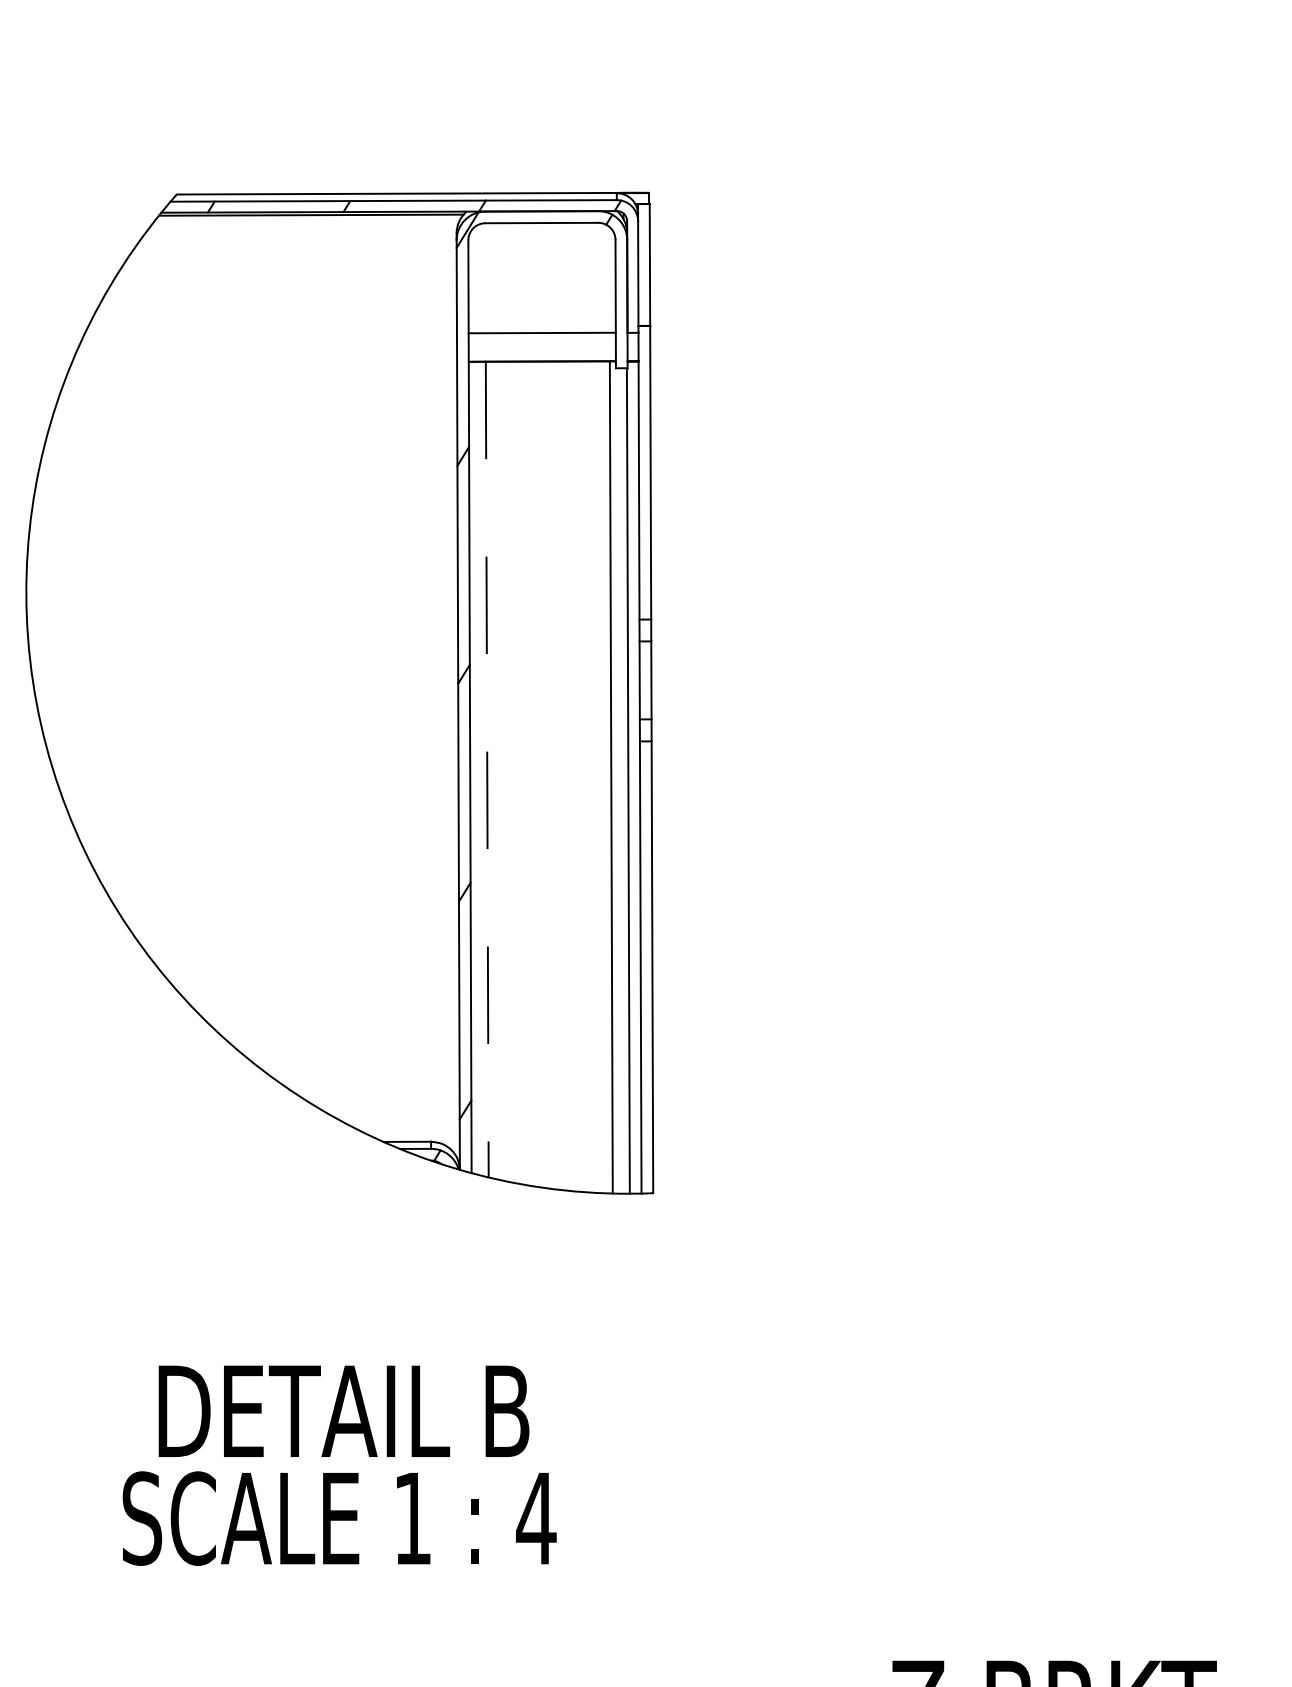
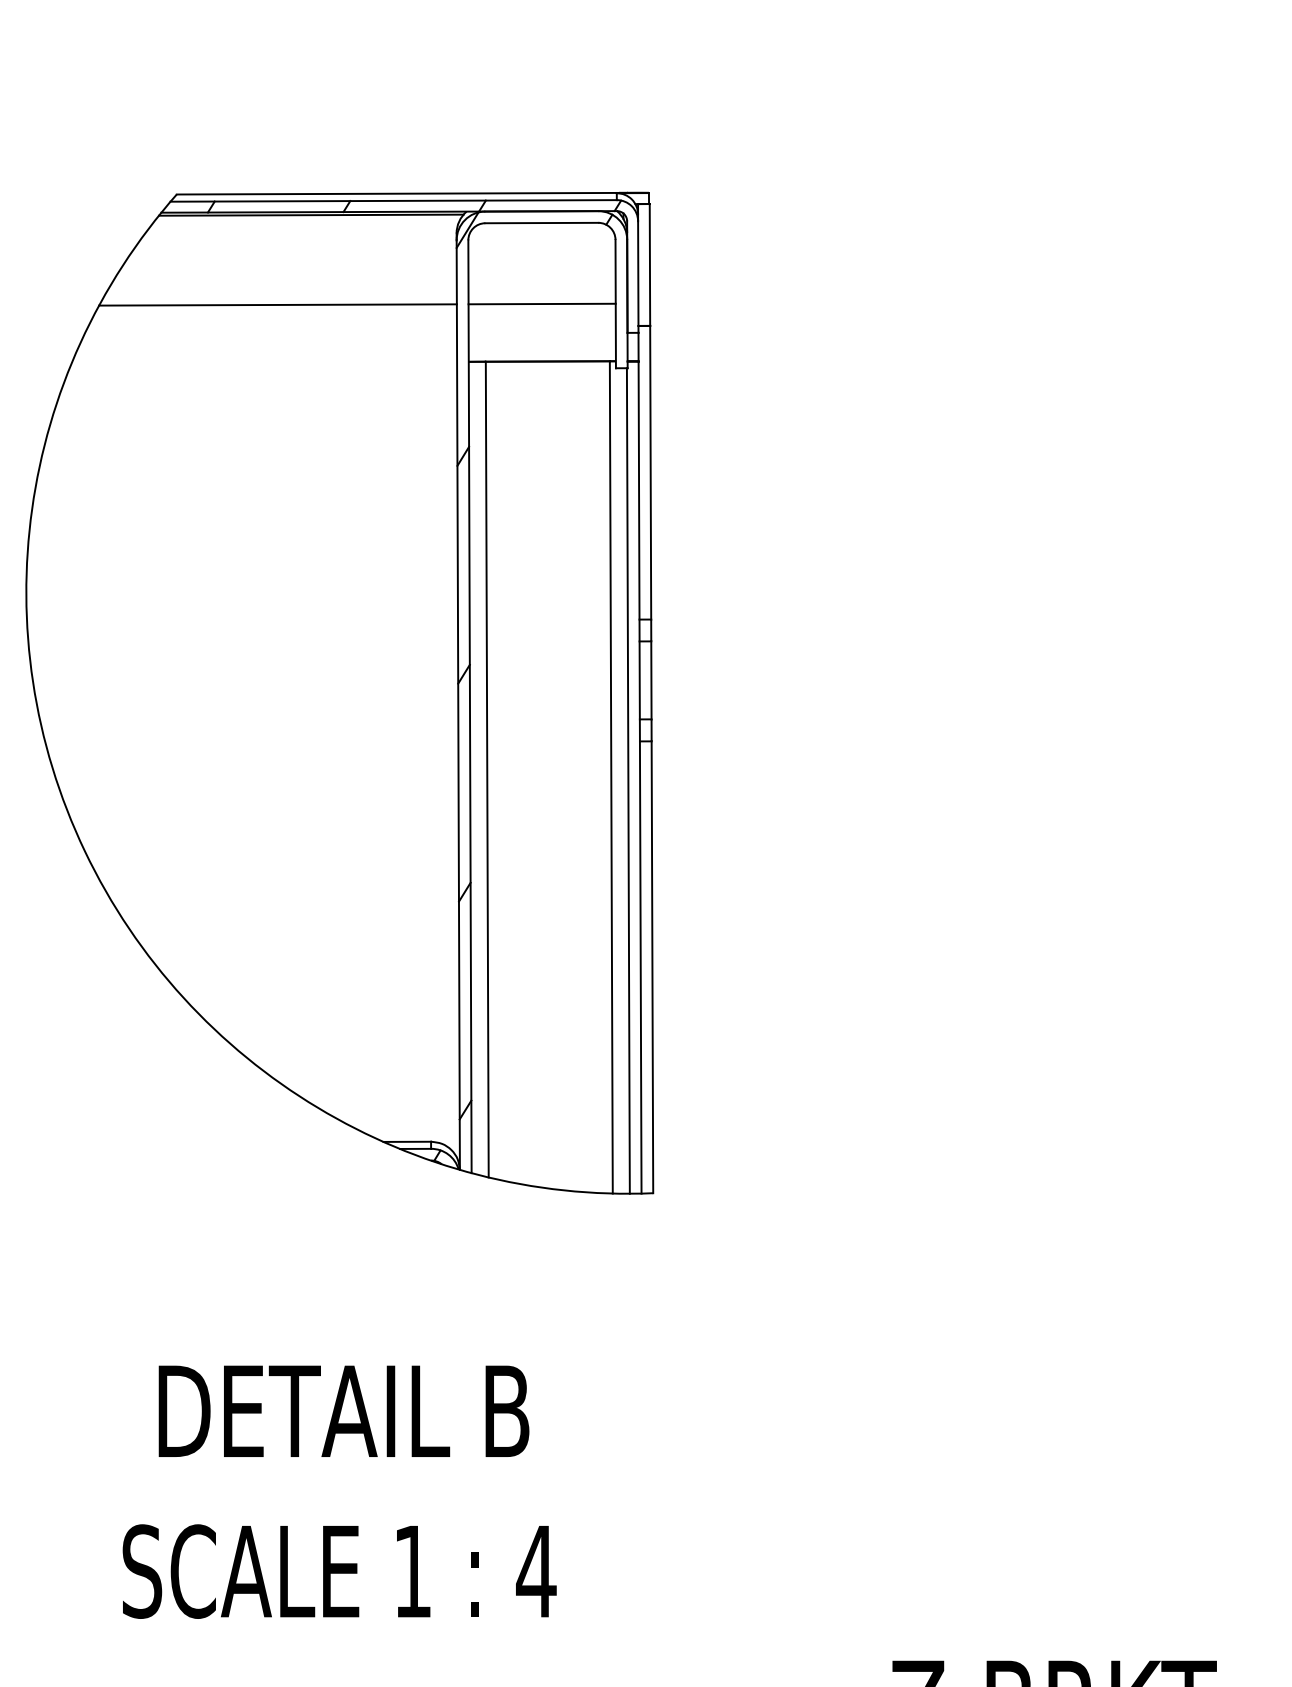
line at (277, 304): none -> present
line at (541, 332) position: (541, 332) -> (541, 303)
line at (487, 769): dashed -> solid
text at (339, 1518) position: (339, 1518) -> (339, 1571)
